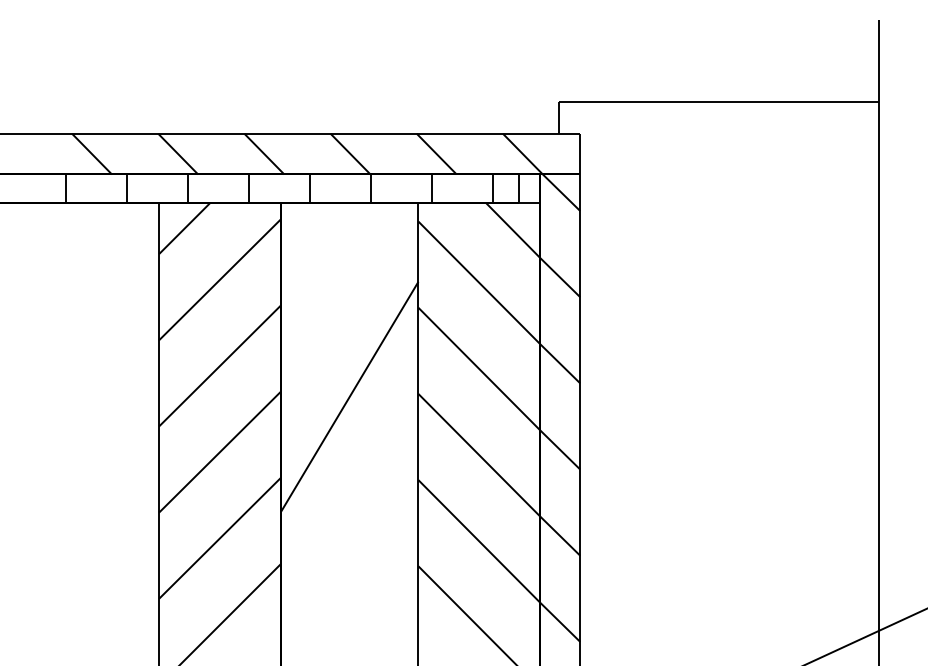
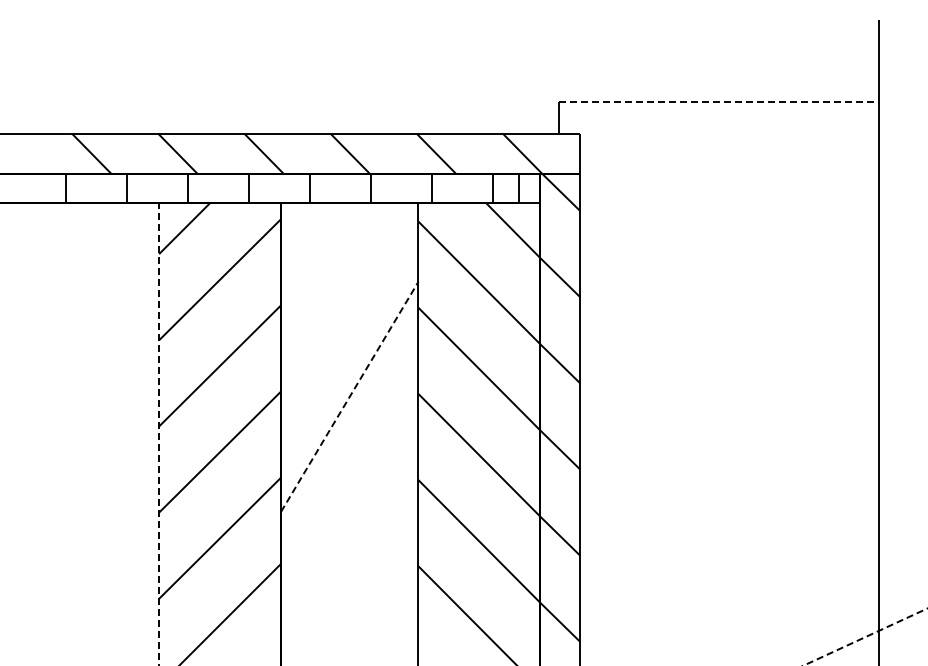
line at (719, 102): solid -> dashed
line at (349, 396): solid -> dashed
line at (159, 433): solid -> dashed
line at (865, 636): solid -> dashed
